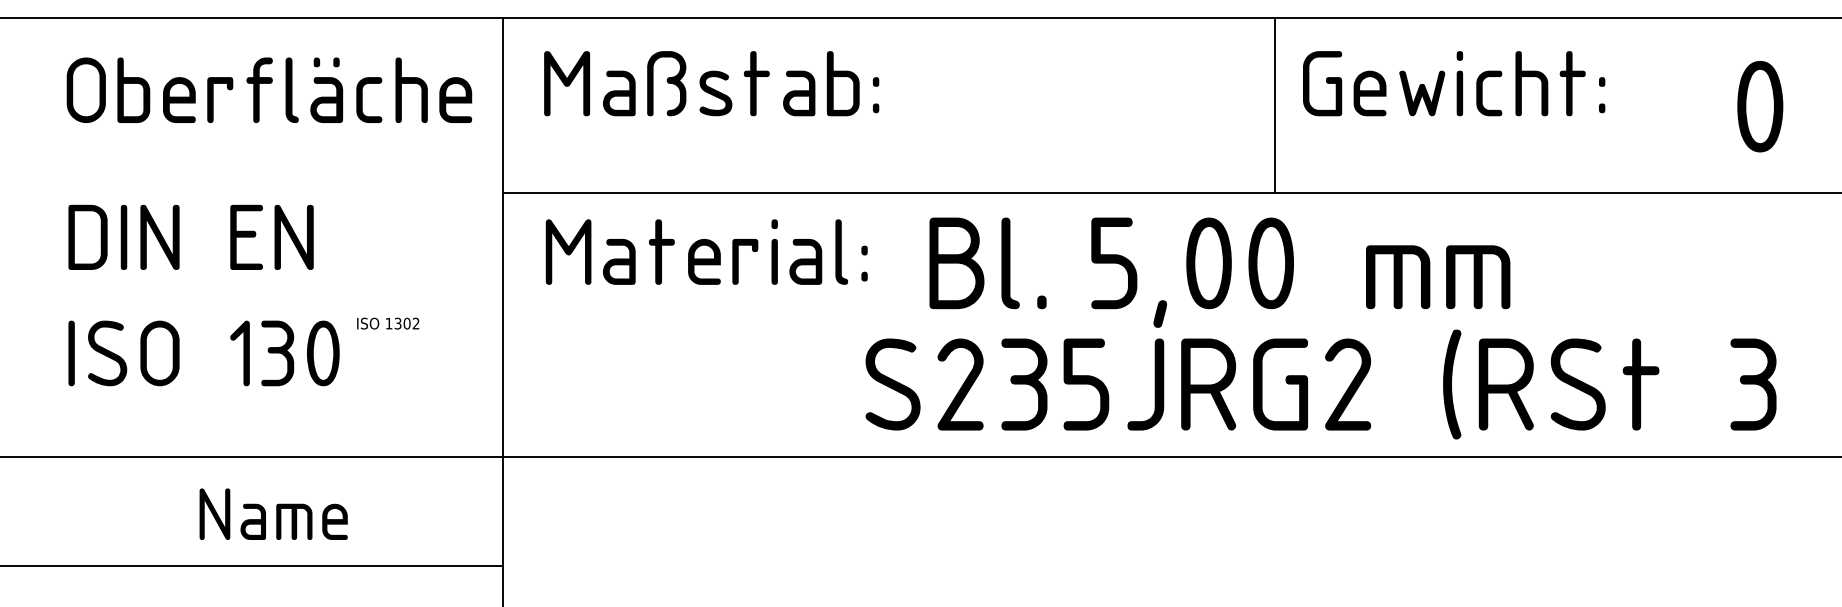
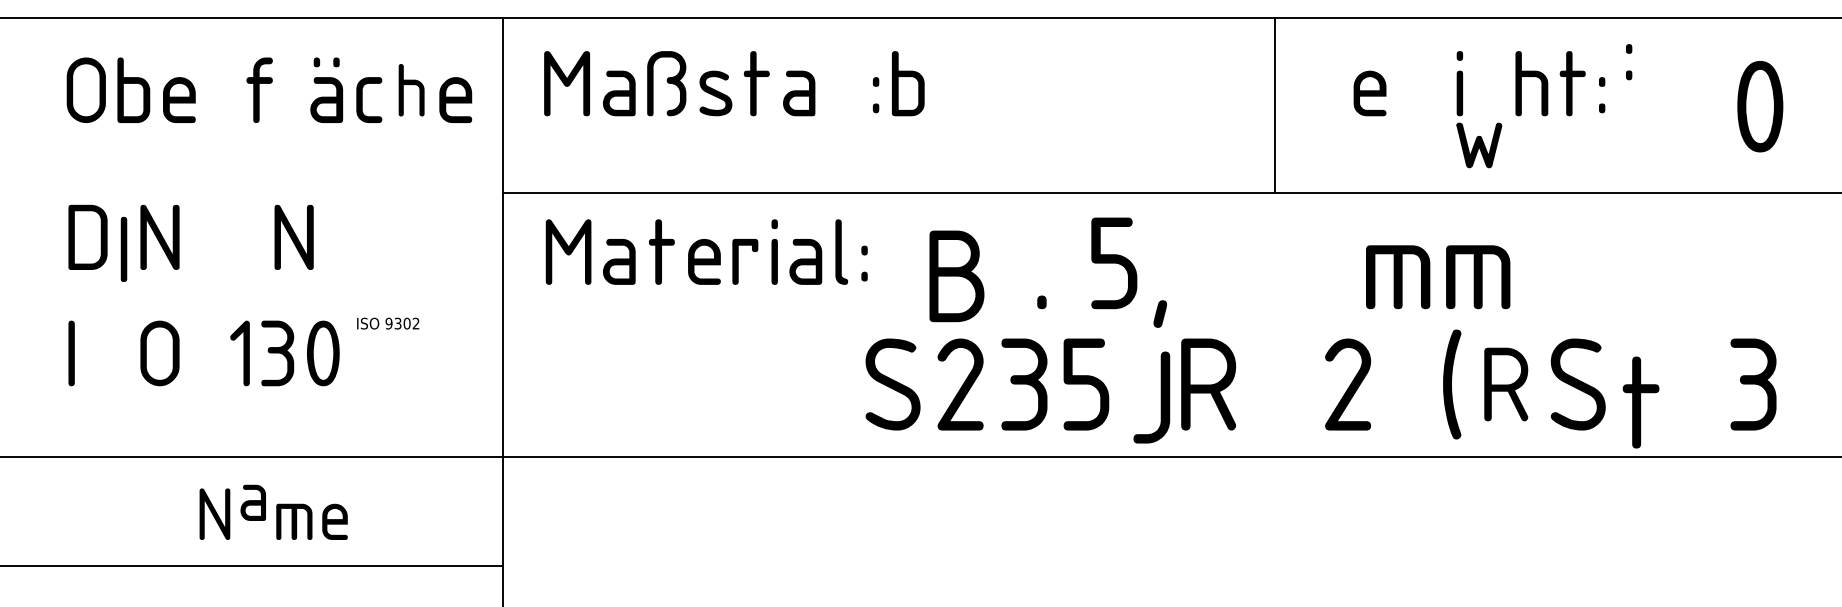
part at (1629, 70): none -> present
part at (843, 83) position: (843, 83) -> (908, 83)
fill at (1322, 83): present -> none
part at (411, 89) size: 33x66 px -> 27x53 px
fill at (291, 90): present -> none
part at (1422, 93) position: (1422, 93) -> (1479, 145)
fill at (1489, 93): present -> none
fill at (220, 100): present -> none
part at (123, 236) position: (123, 236) -> (123, 248)
fill at (246, 237): present -> none
part at (956, 263) position: (956, 263) -> (956, 276)
part at (1010, 263): present -> none
part at (1208, 263): present -> none
part at (1270, 263): present -> none
text at (388, 323): 1302 -> 9302
fill at (107, 353): present -> none
part at (1154, 384) position: (1154, 384) -> (1160, 397)
fill at (1280, 384): present -> none
part at (1505, 384) size: 56x93 px -> 45x75 px
part at (1640, 384) position: (1640, 384) -> (1640, 402)
part at (252, 521) position: (252, 521) -> (252, 502)
